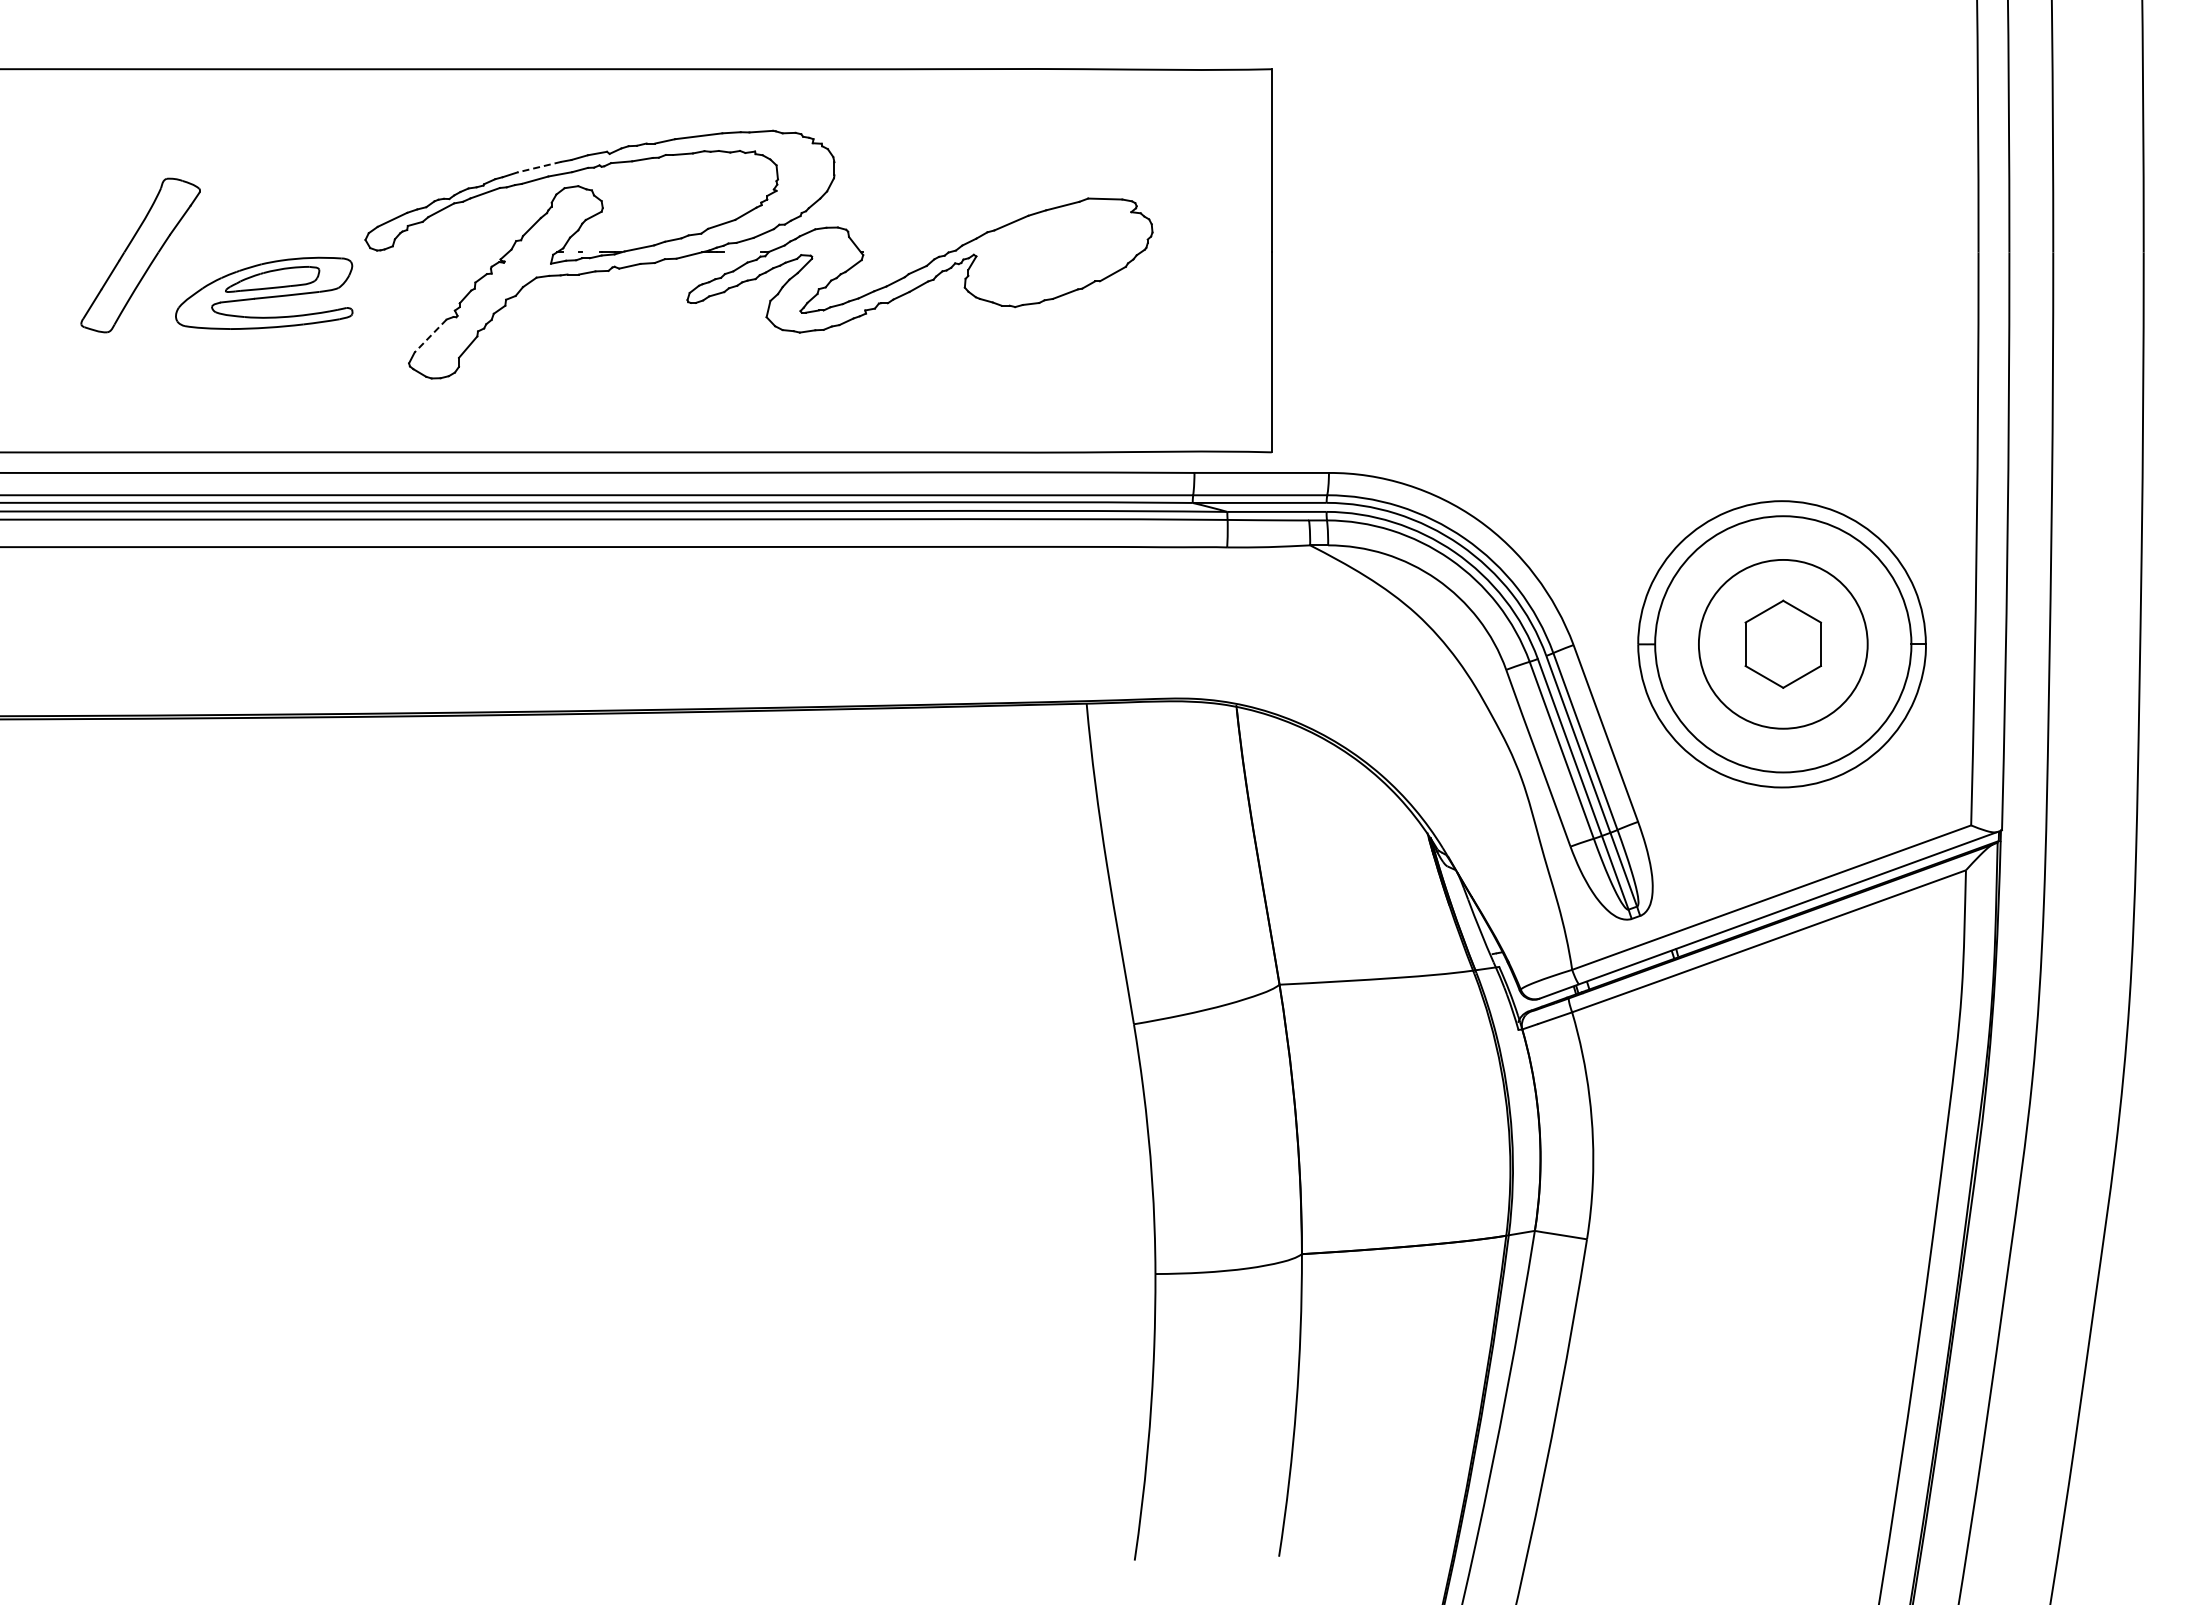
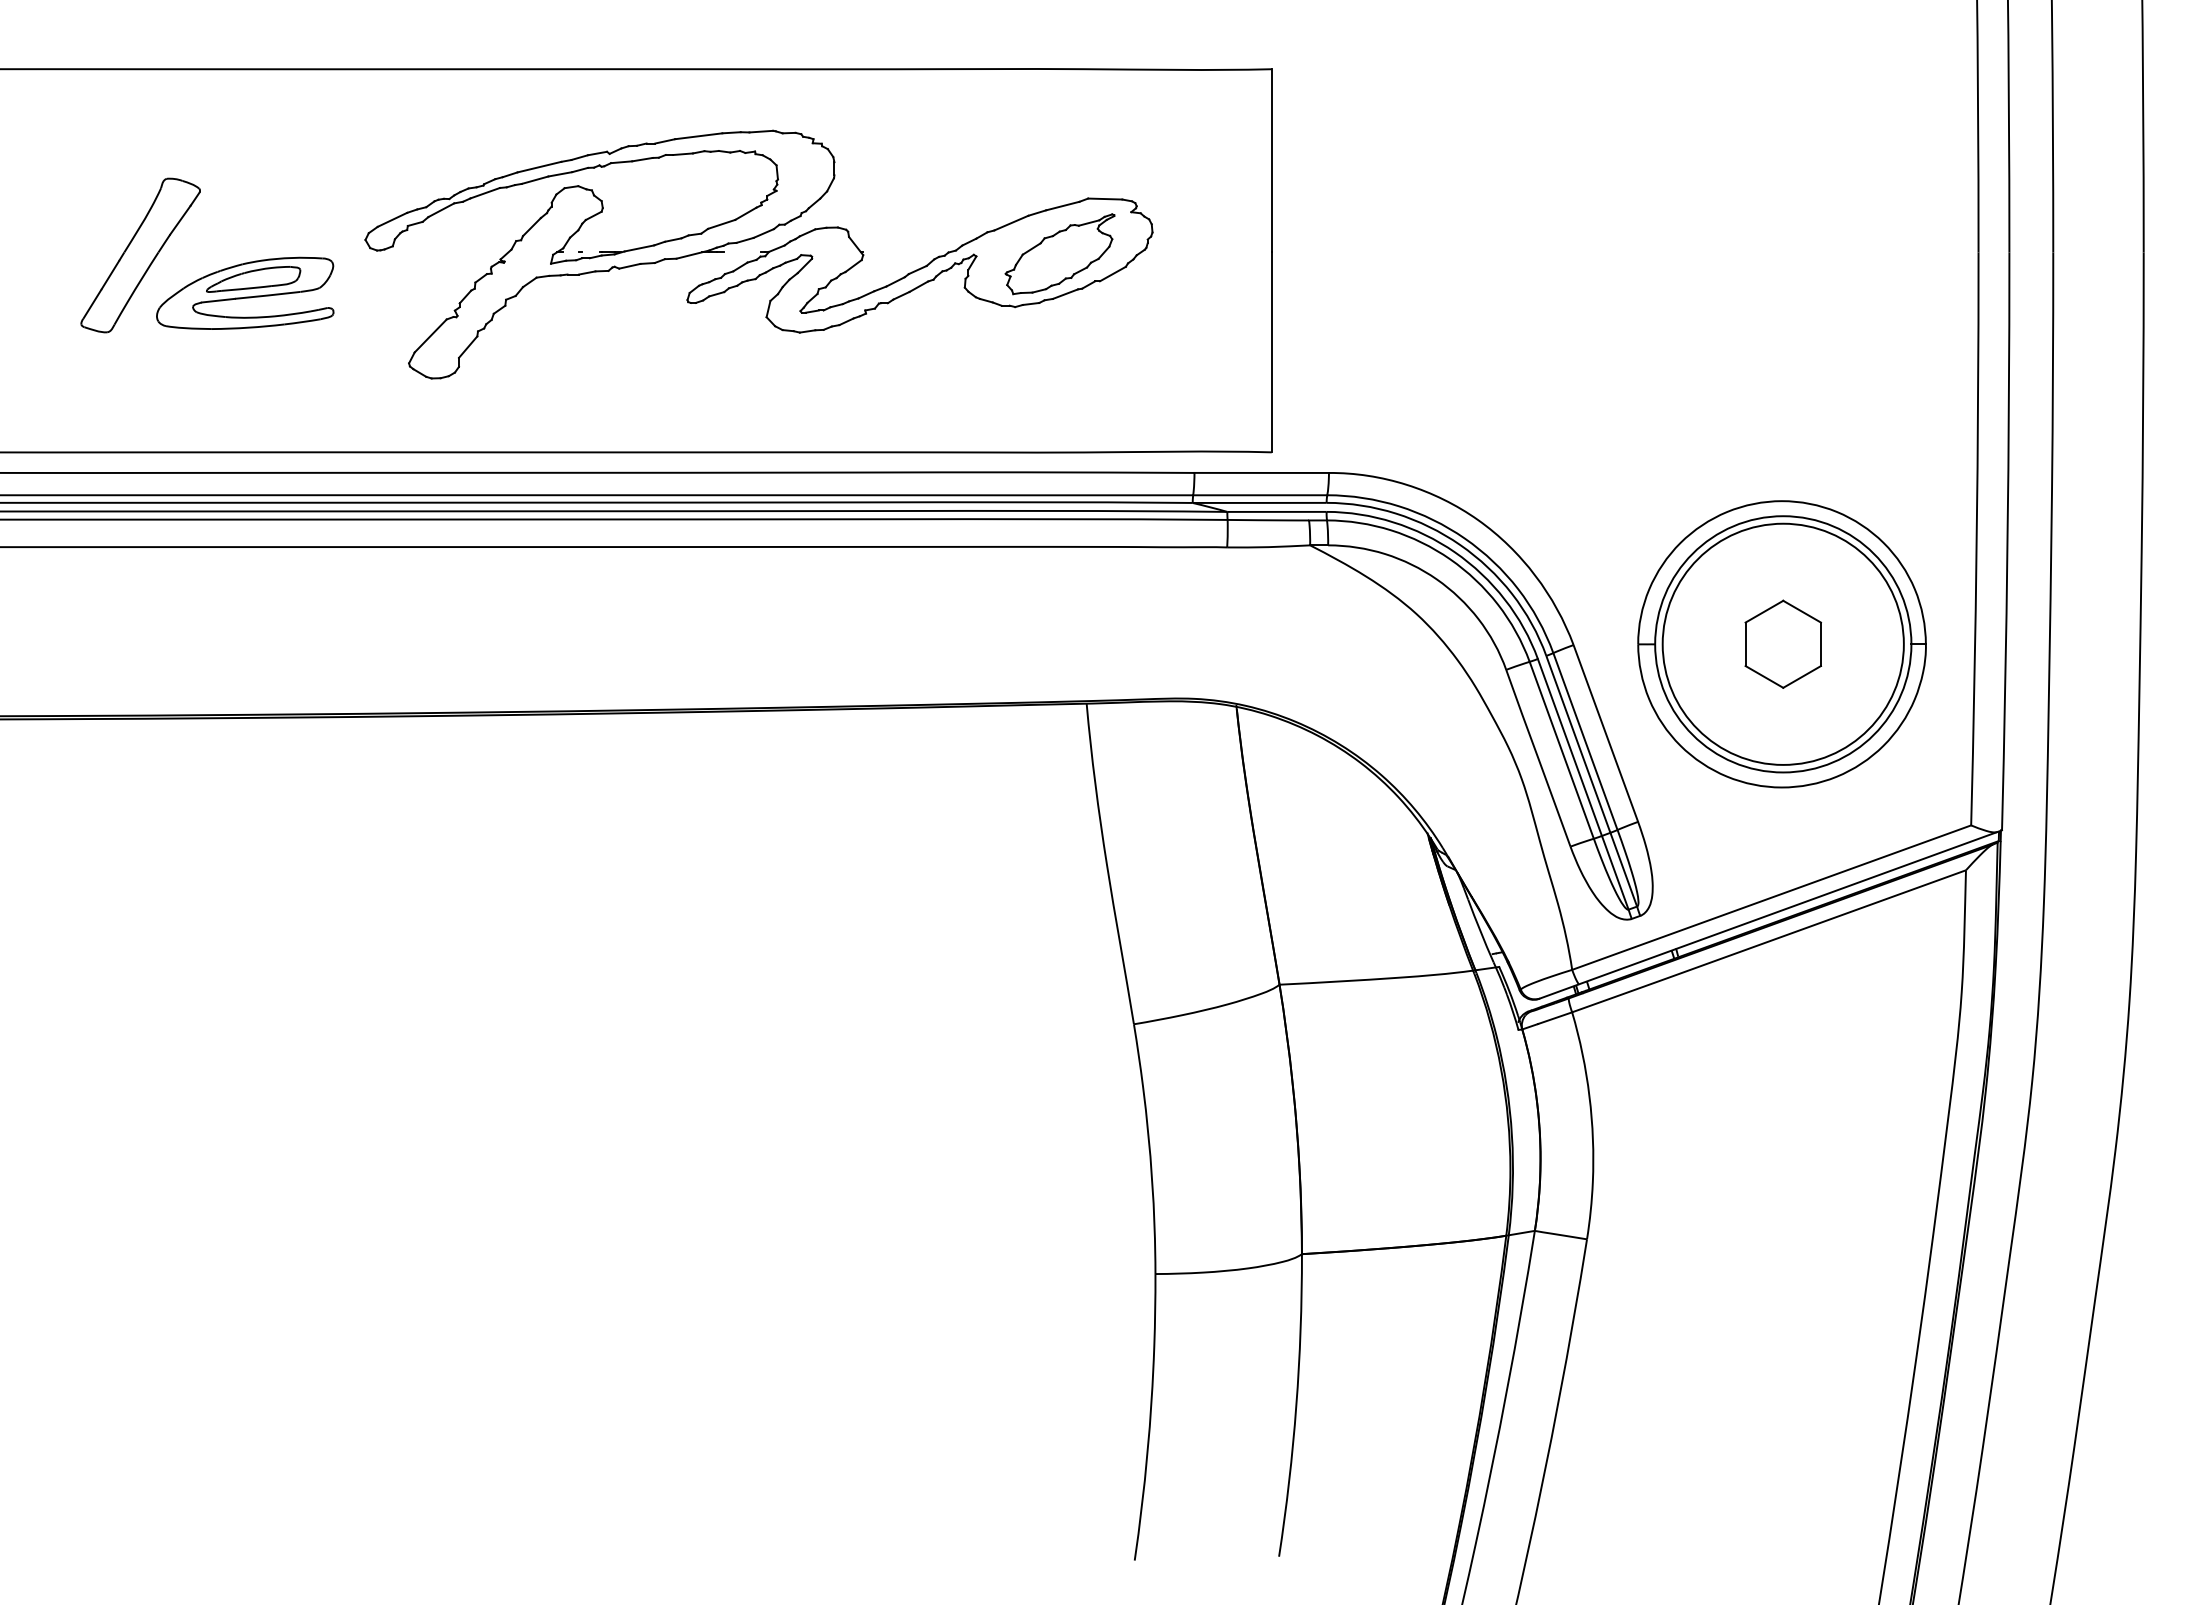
line at (539, 167): dashed -> solid
part at (1059, 254): none -> present
part at (264, 292) position: (264, 292) -> (245, 292)
line at (430, 336): dashed -> solid
circle at (1782, 643) diameter: 169 px -> 241 px
